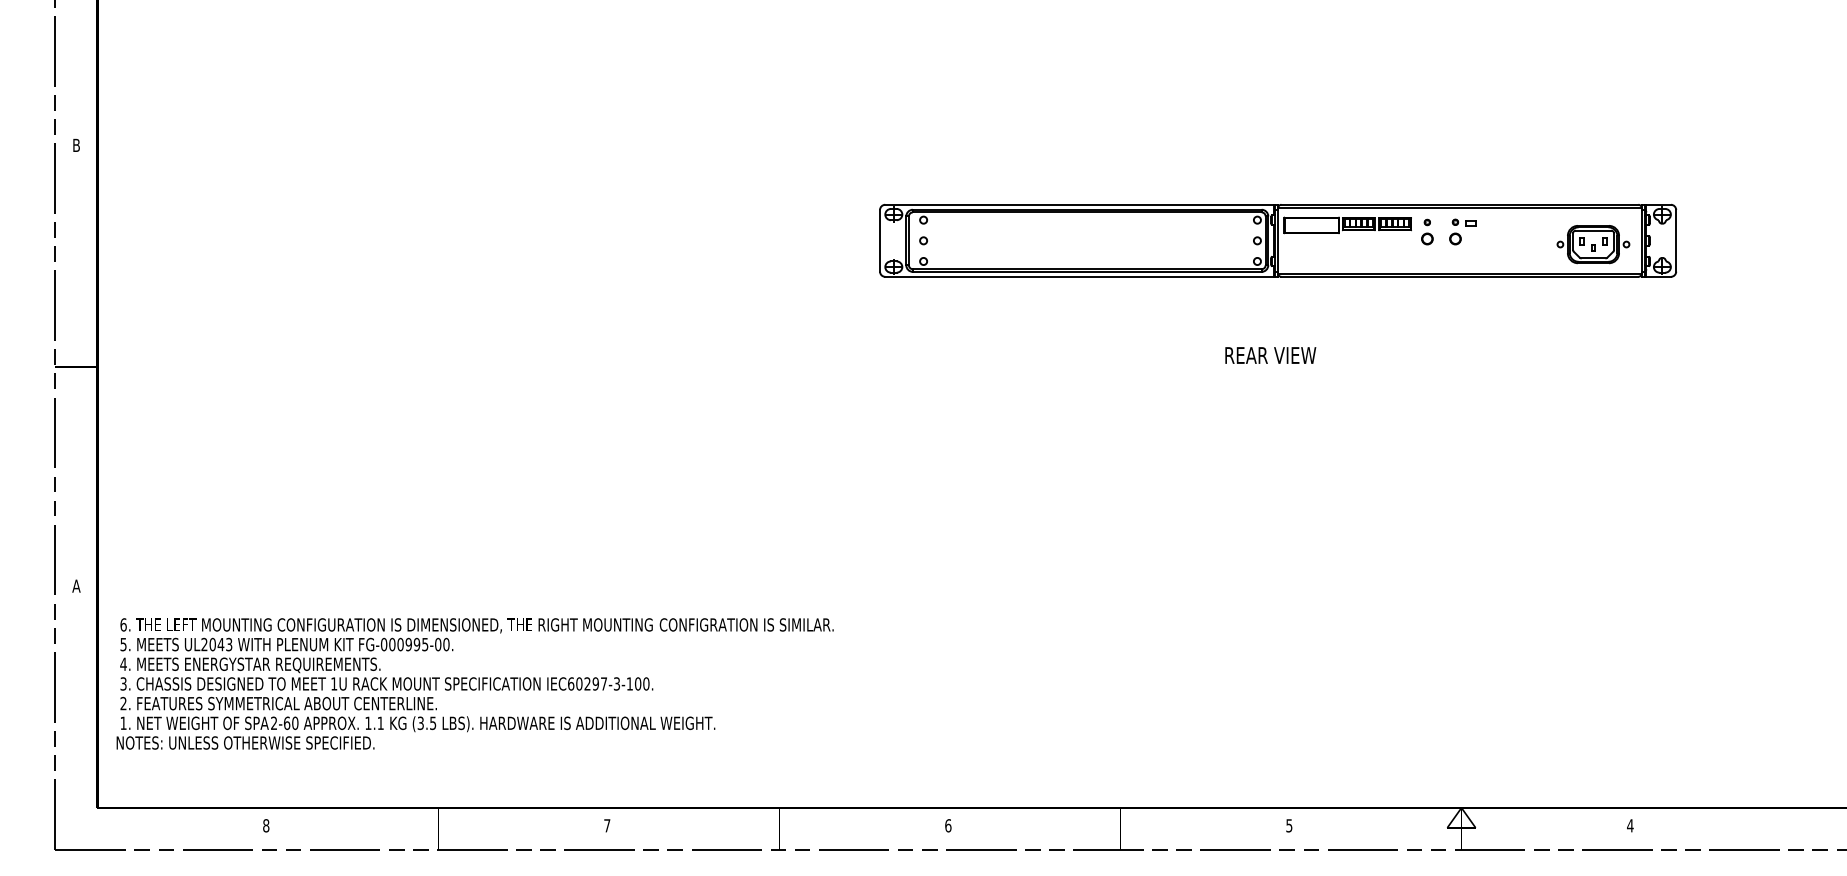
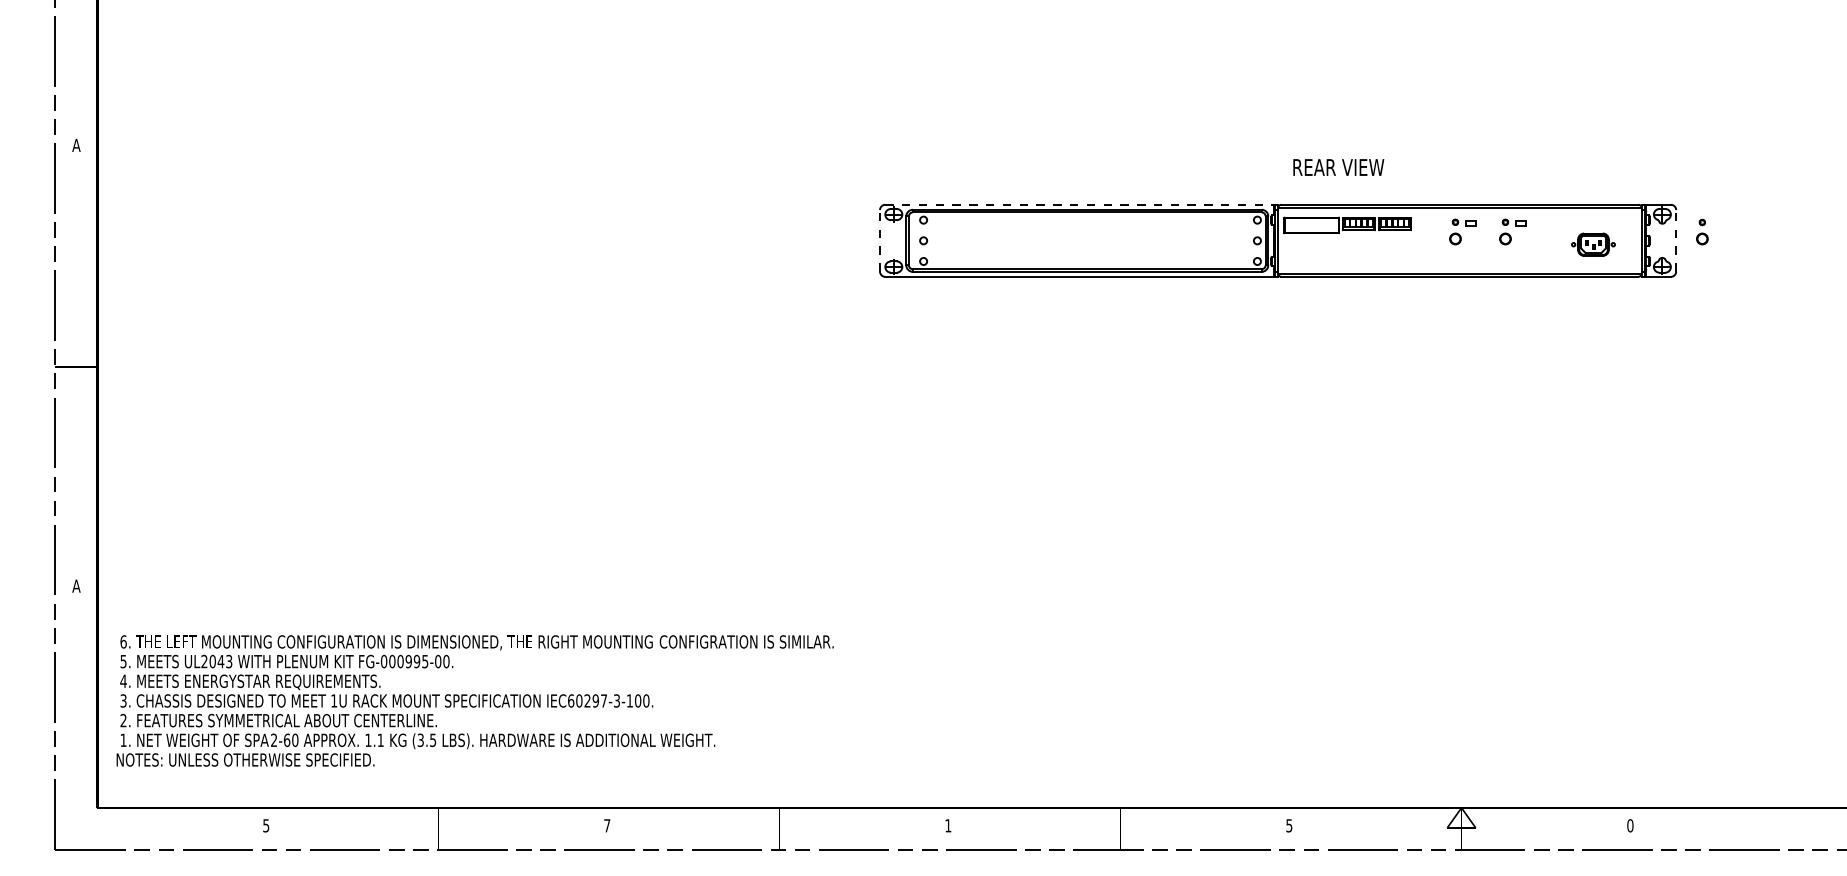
text at (76, 144): B -> A
line at (1082, 204): solid -> dashed
part at (1427, 231) position: (1427, 231) -> (1702, 231)
part at (1512, 231): none -> present
line at (880, 240): solid -> dashed
line at (1676, 240): solid -> dashed
part at (1593, 244) size: 75x40 px -> 45x25 px
text at (1270, 355) position: (1270, 355) -> (1338, 167)
text at (474, 683) position: (474, 683) -> (474, 700)
text at (266, 825): 8 -> 5
text at (948, 825): 6 -> 1
text at (1630, 825): 4 -> 0
